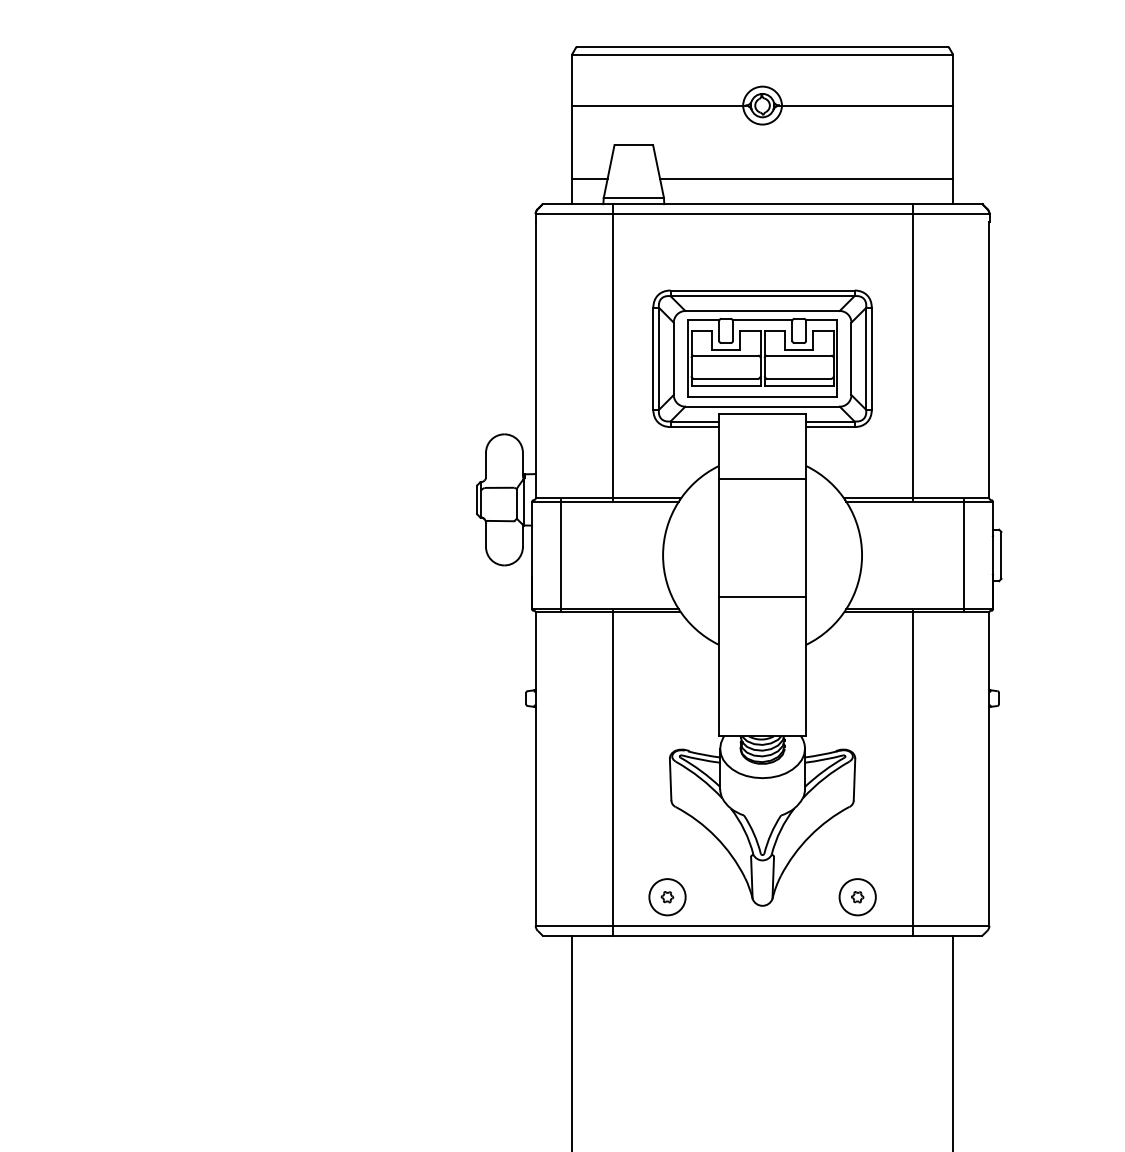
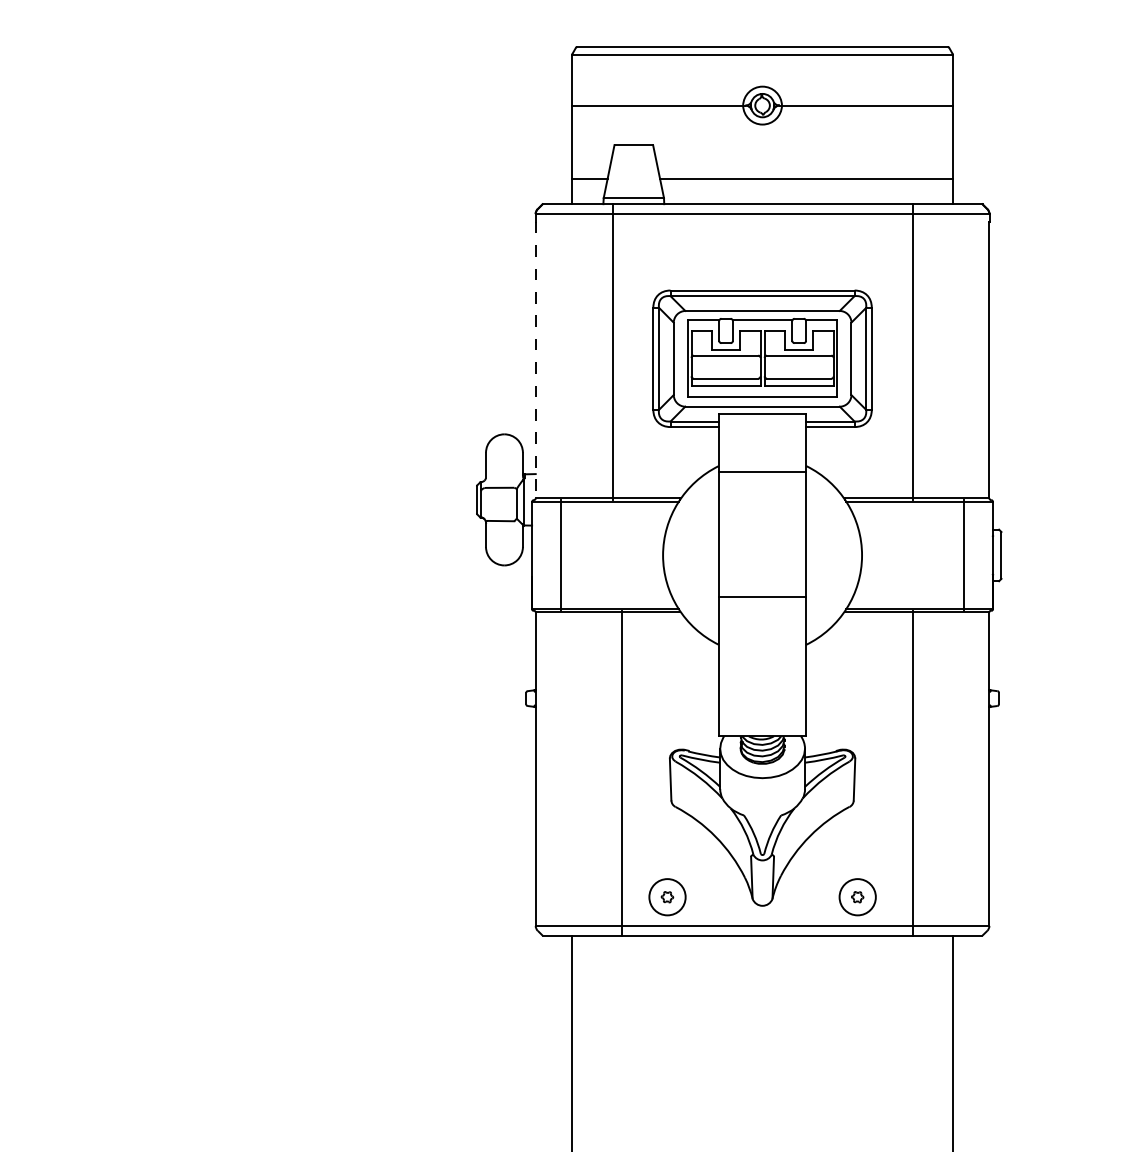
line at (535, 360): solid -> dashed
line at (762, 479) position: (762, 479) -> (762, 472)
line at (612, 772) position: (612, 772) -> (621, 772)
